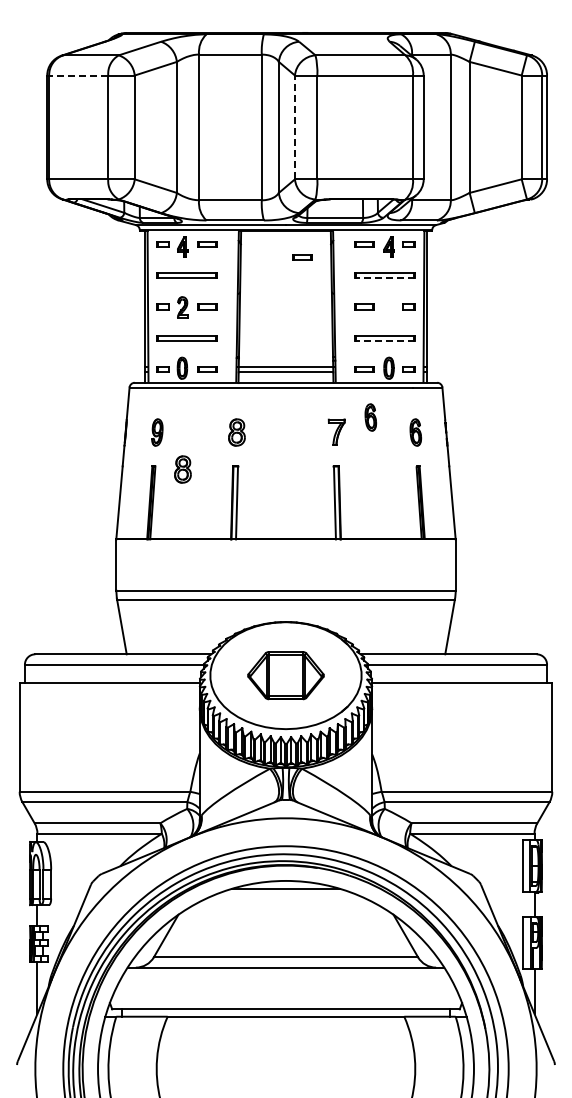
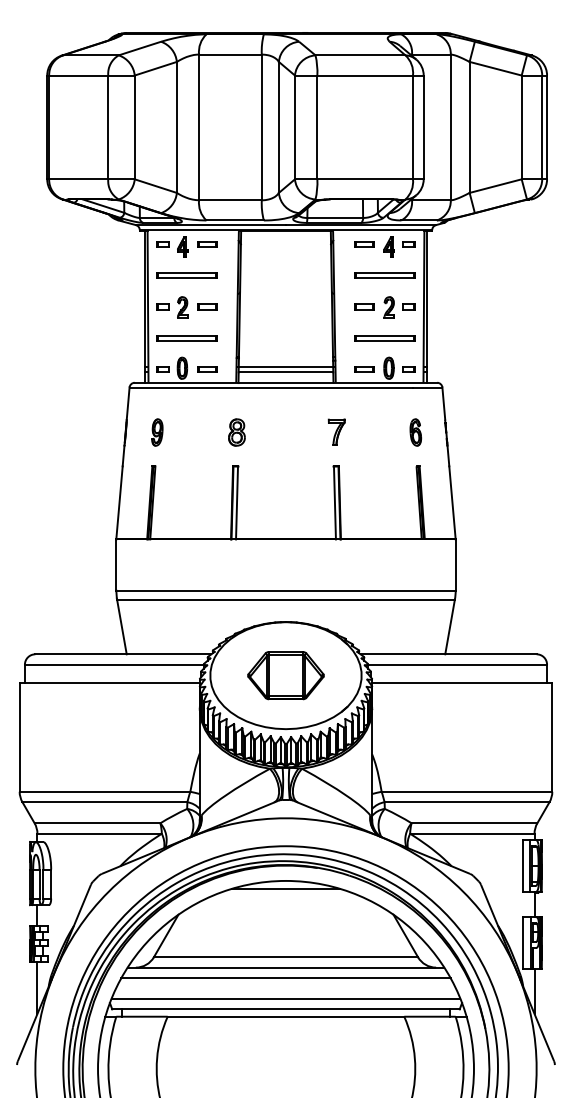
line at (78, 75): dashed -> solid
line at (294, 127): dashed -> solid
part at (302, 257): present -> none
line at (384, 278): dashed -> solid
part at (388, 307): none -> present
line at (384, 341): dashed -> solid
part at (370, 417): present -> none
part at (182, 469): present -> none
line at (285, 978): none -> present
line at (285, 998): none -> present
